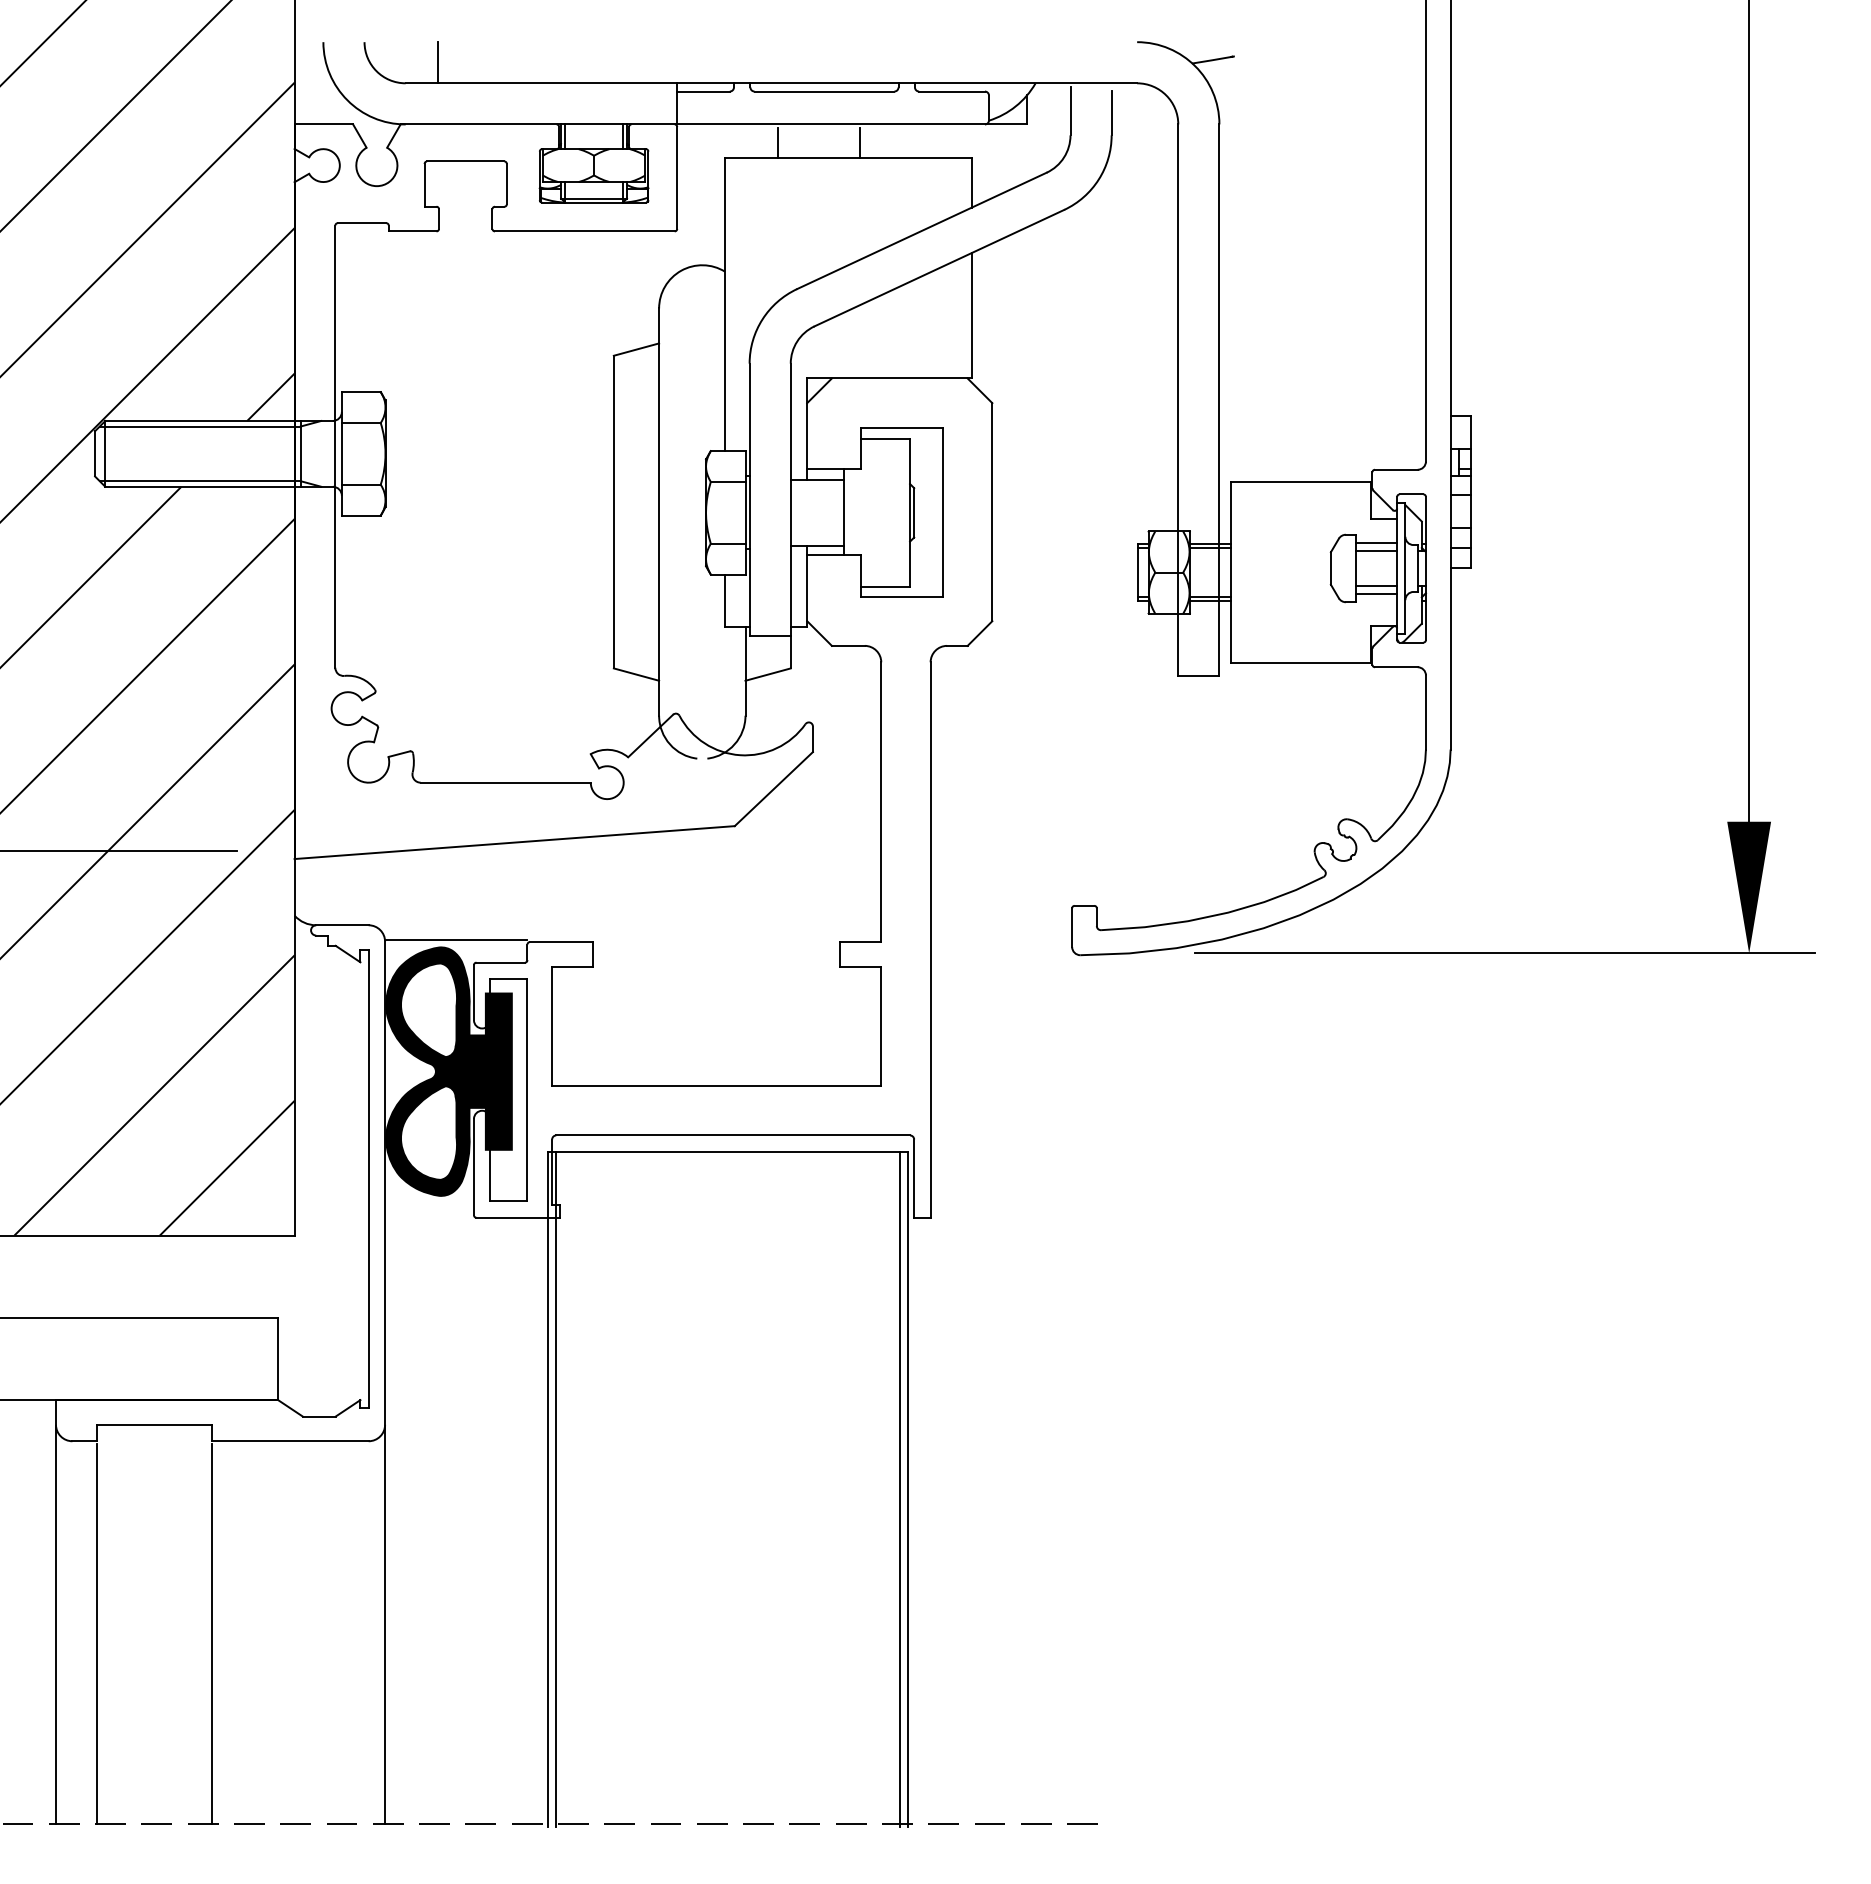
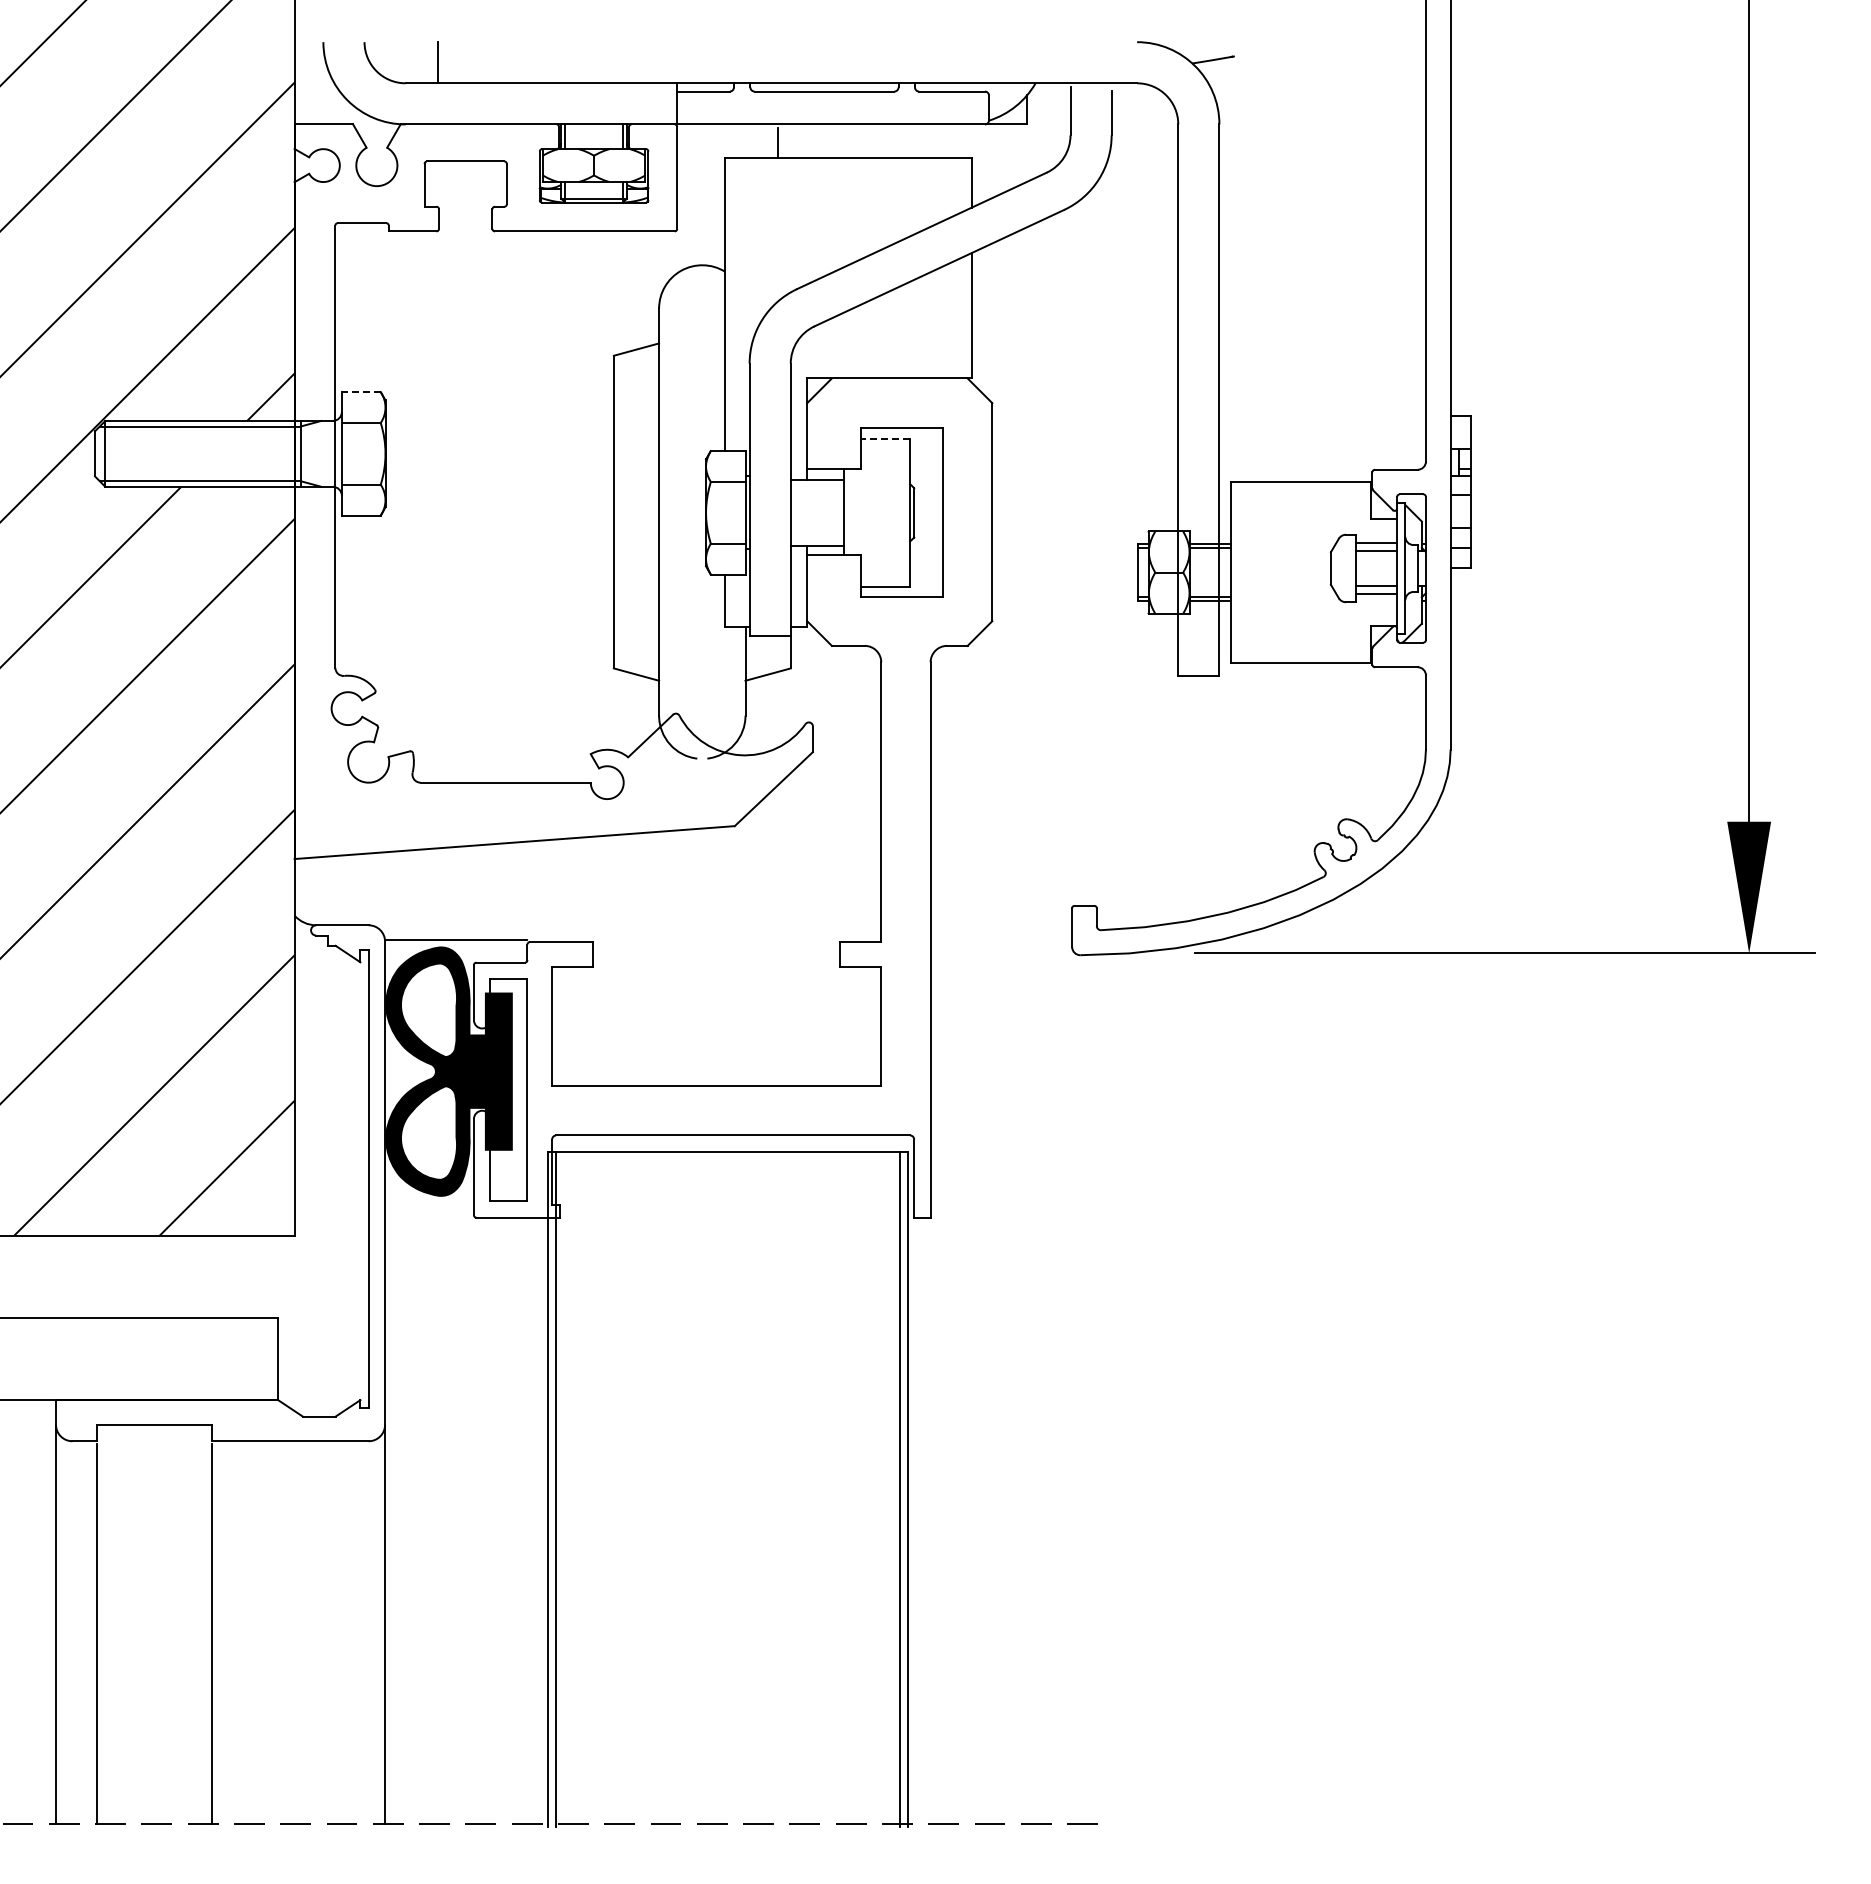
line at (860, 142): present -> none
line at (360, 392): solid -> dashed
line at (885, 438): solid -> dashed
line at (119, 850): present -> none
